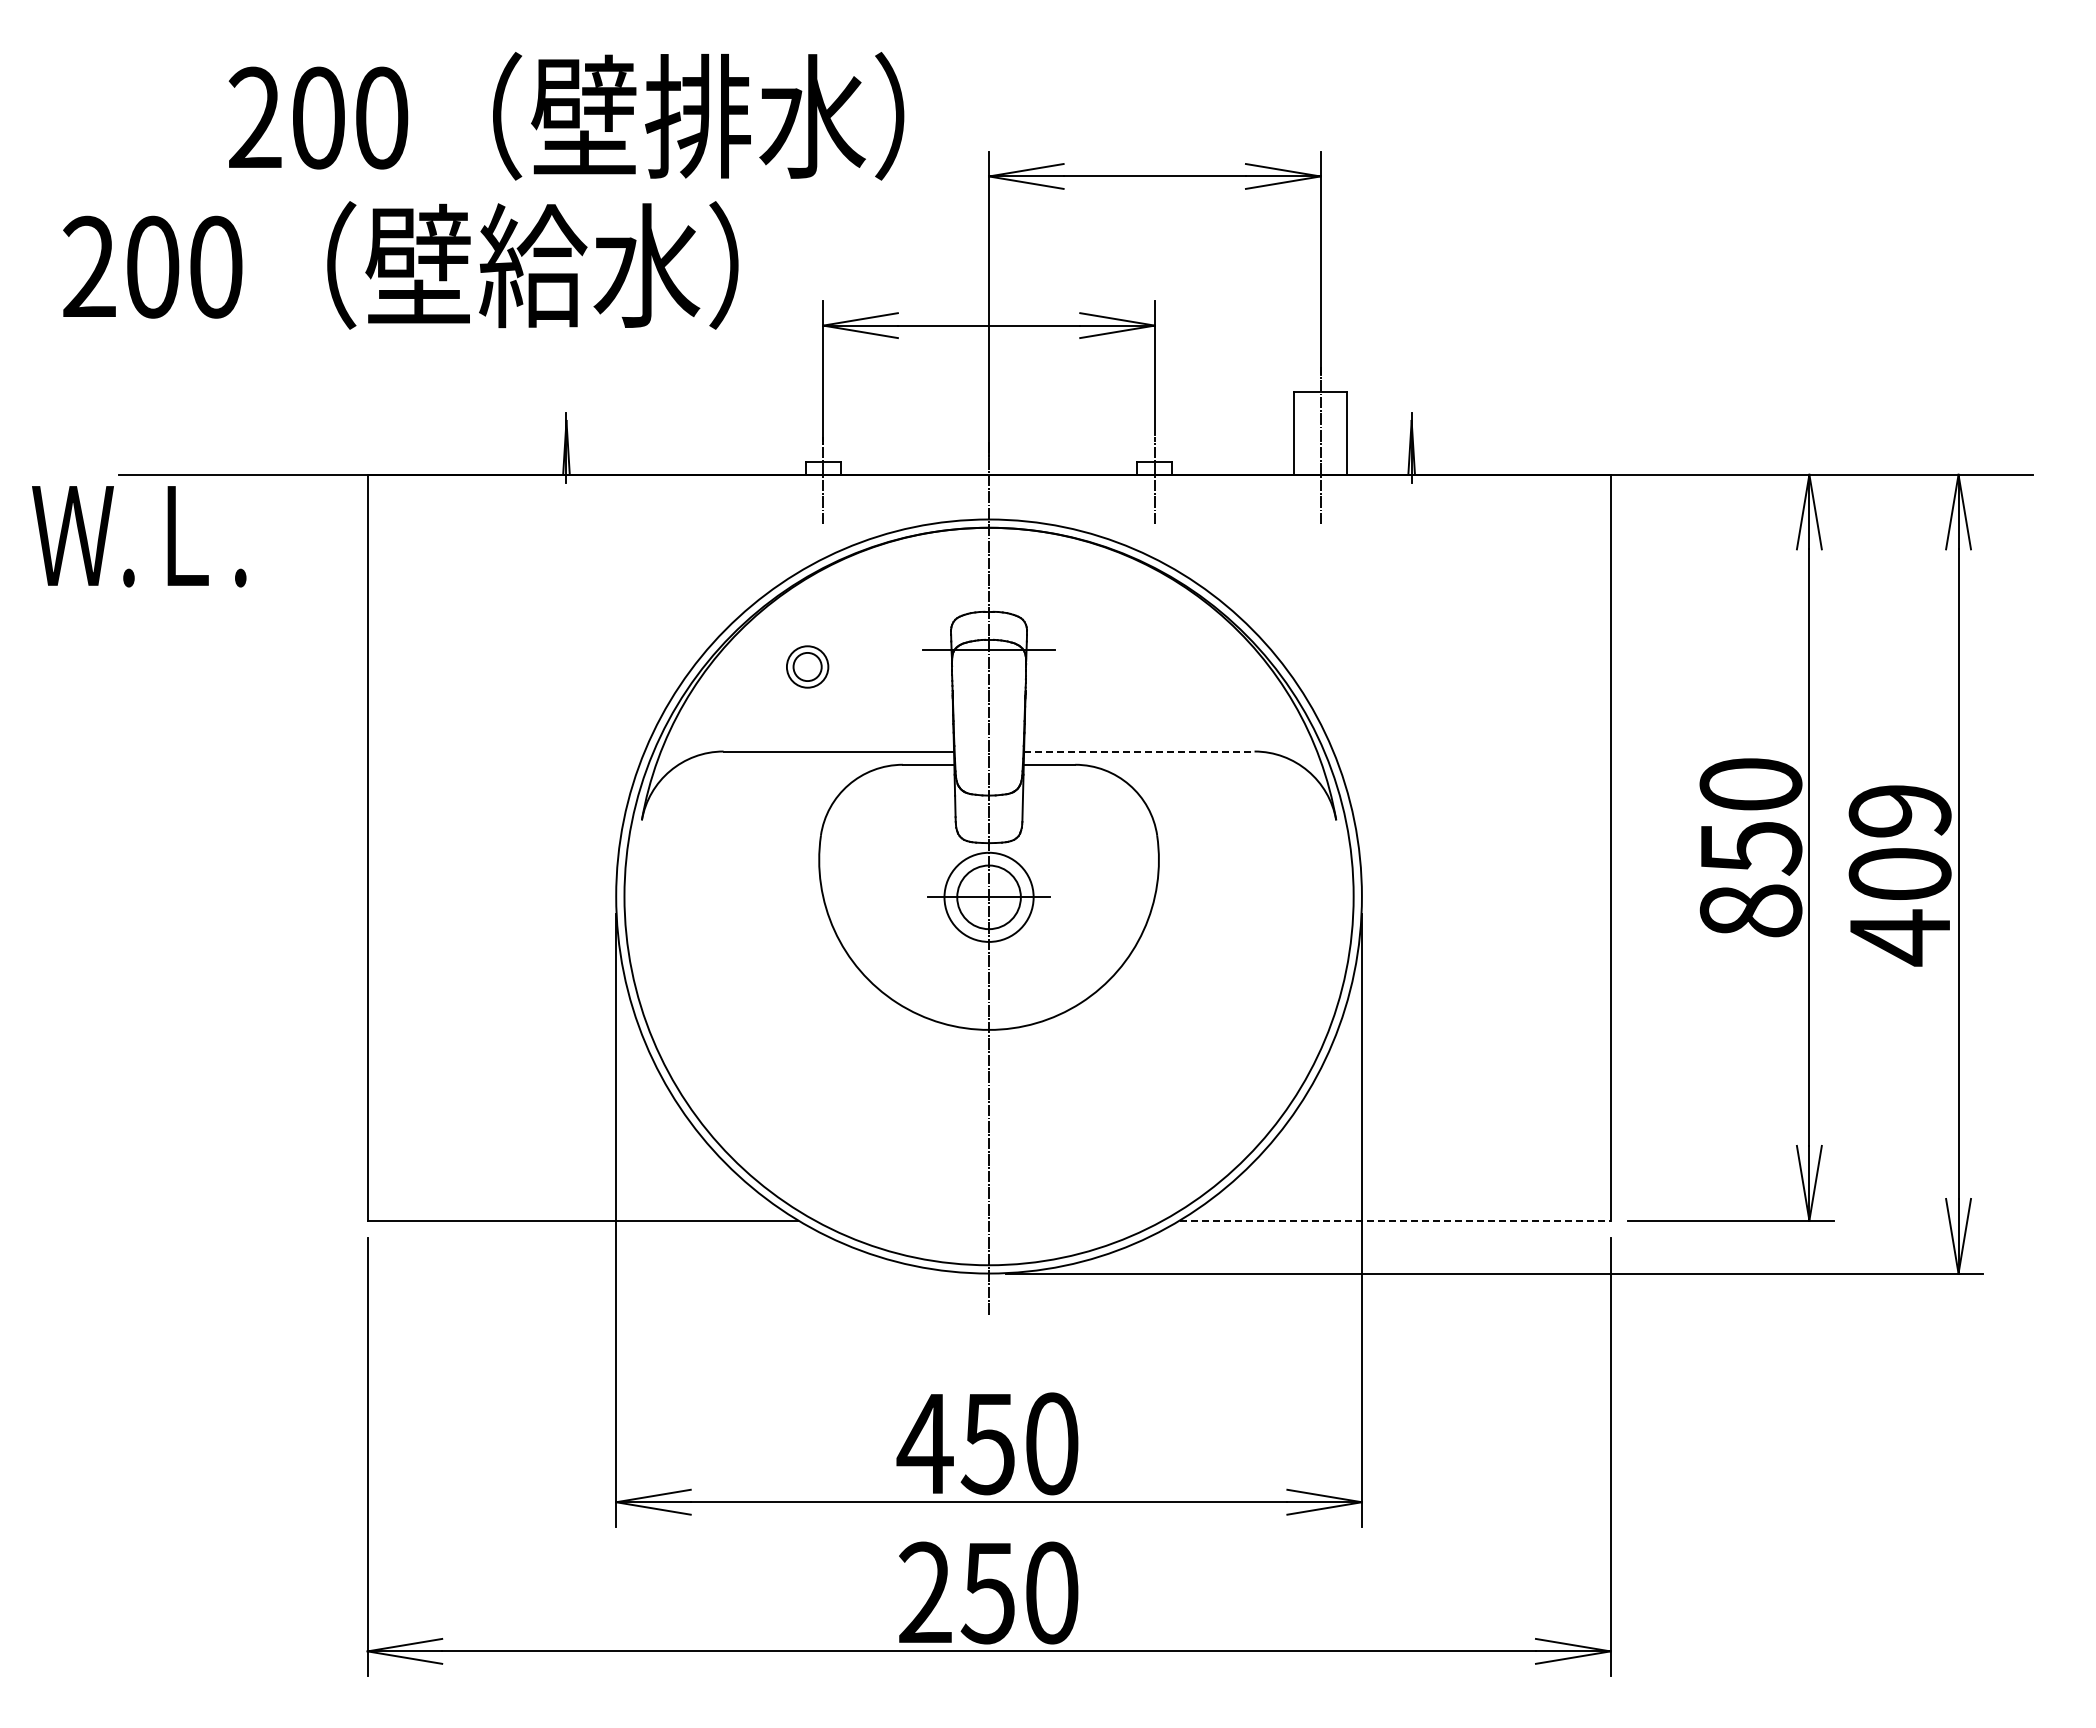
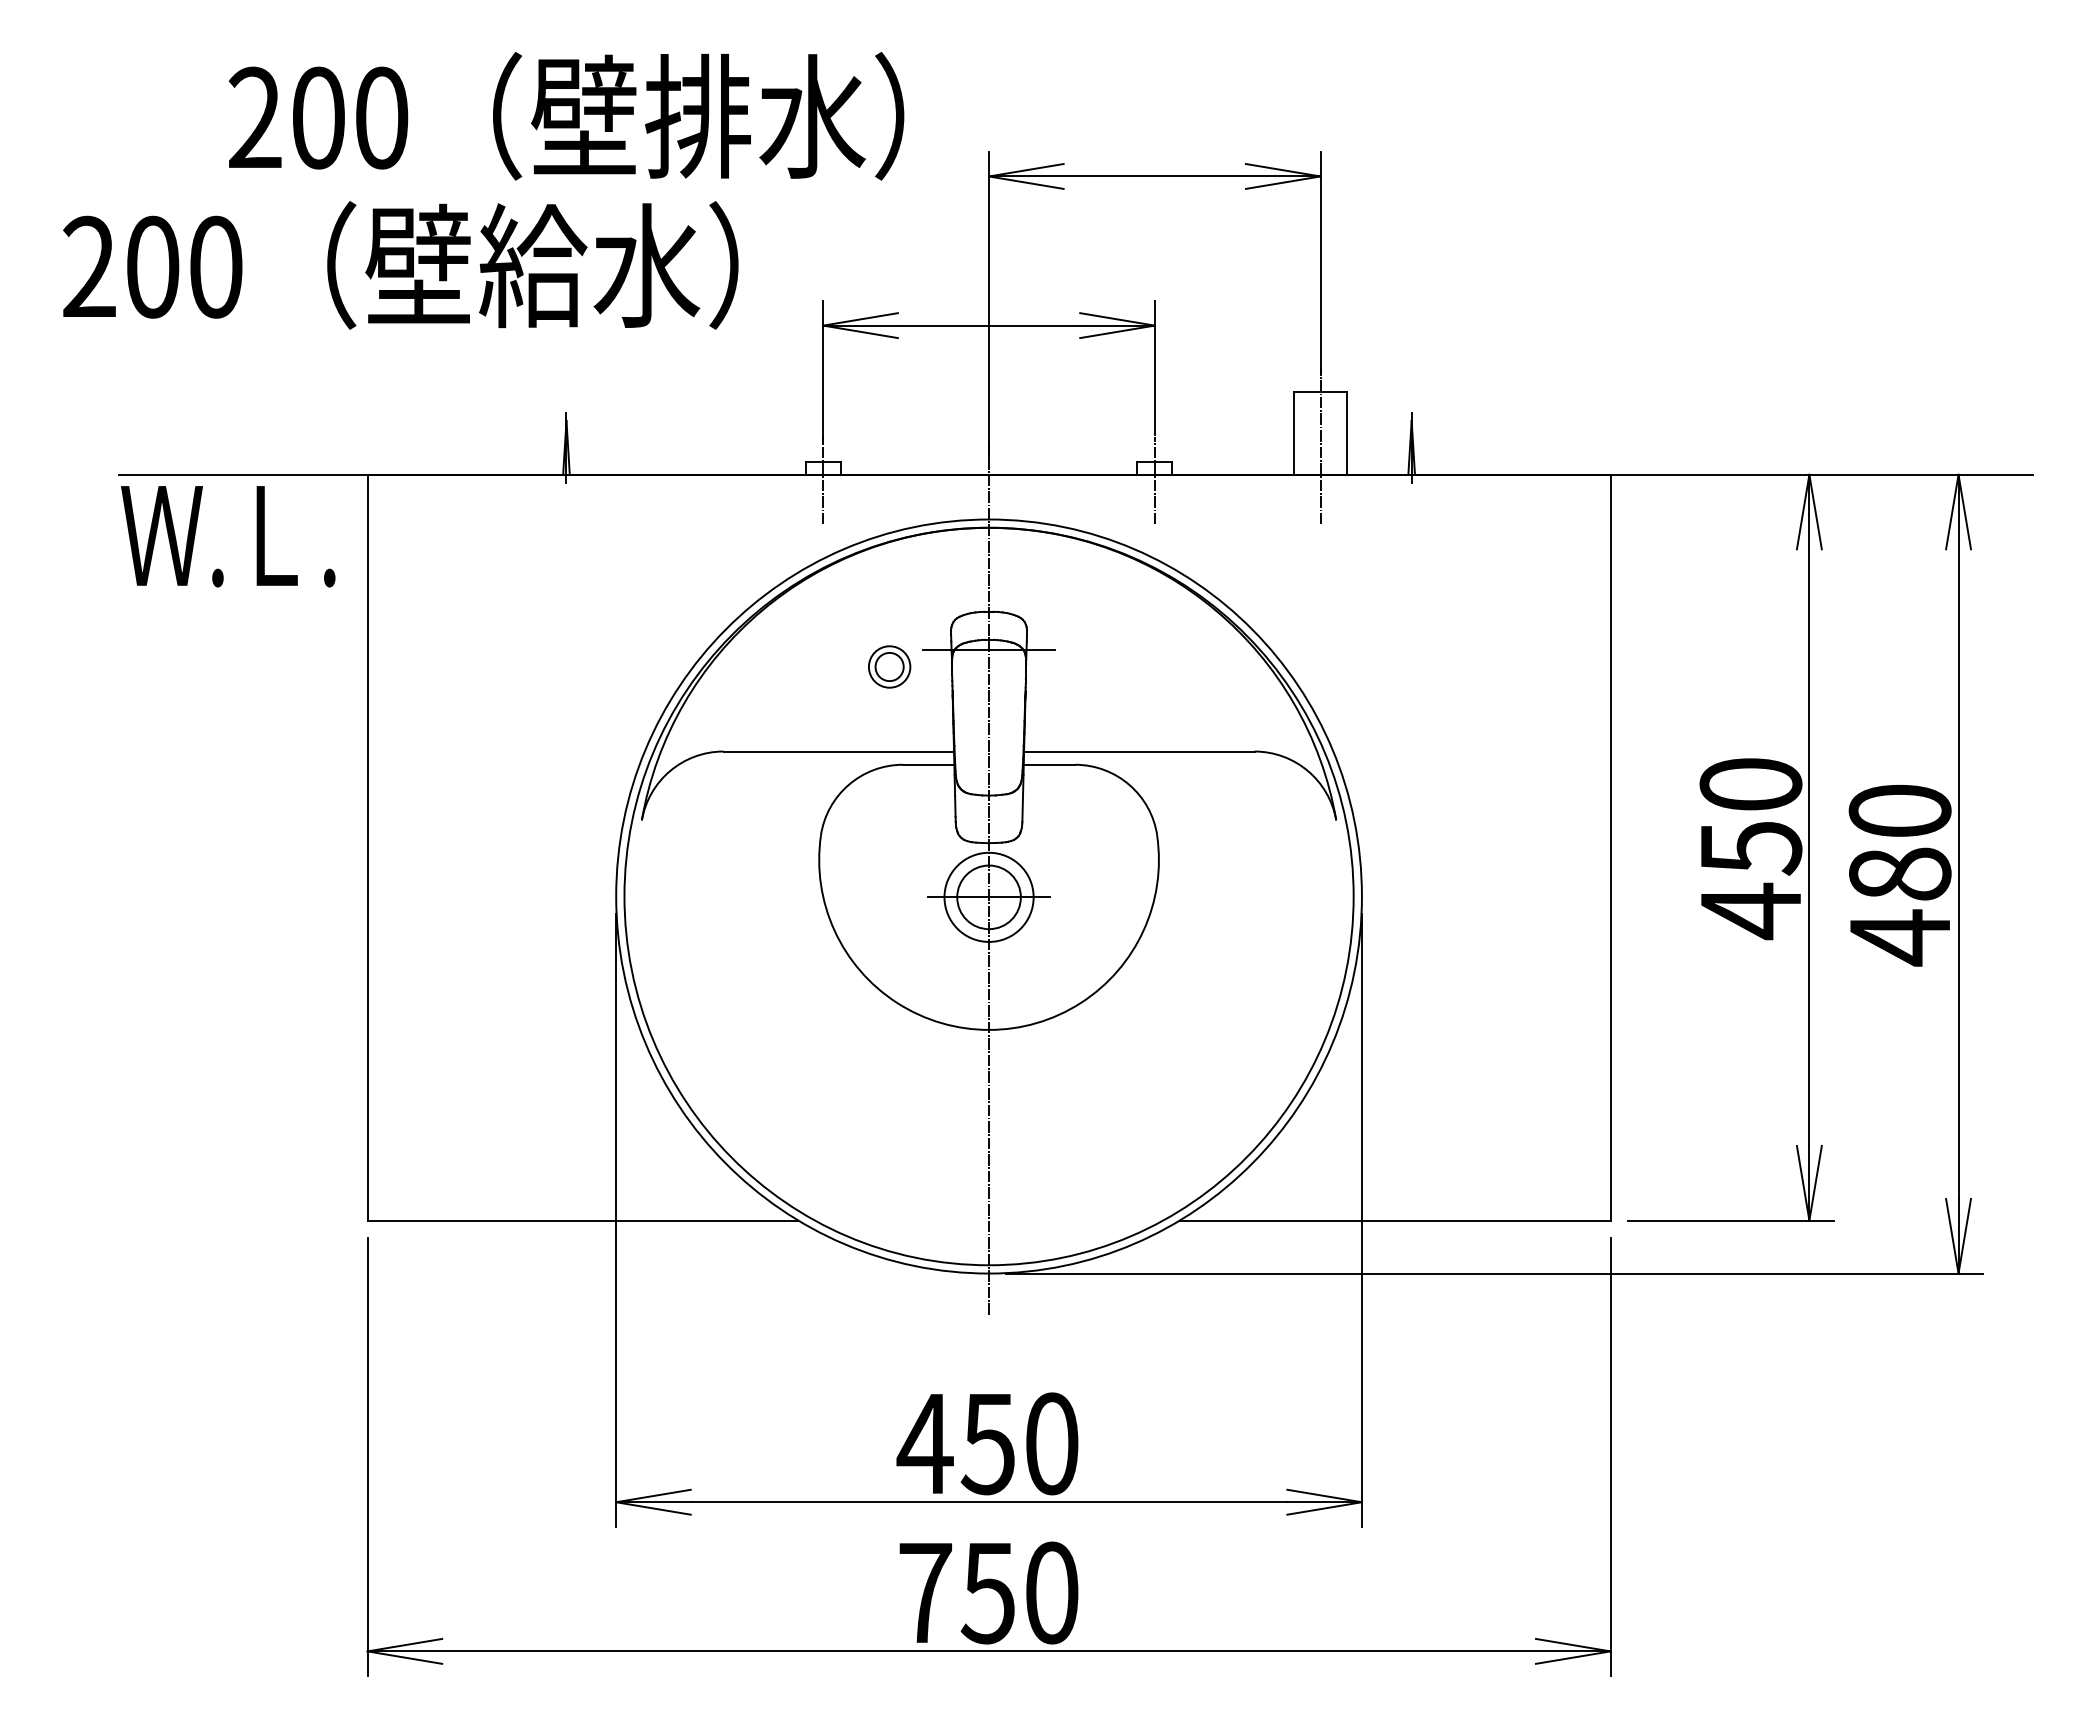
text at (139, 536) position: (139, 536) -> (228, 536)
part at (807, 666) position: (807, 666) -> (889, 666)
line at (1139, 751): dashed -> solid
text at (1899, 842): 409 -> 480
text at (1750, 911): 850 -> 450
line at (1395, 1220): dashed -> solid
text at (925, 1591): 250 -> 750
